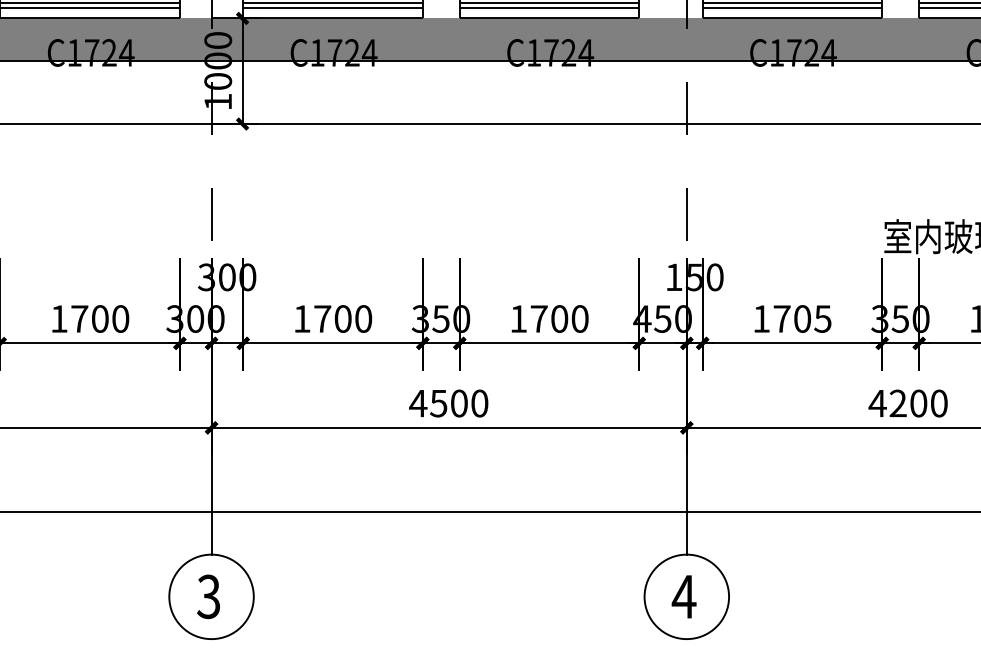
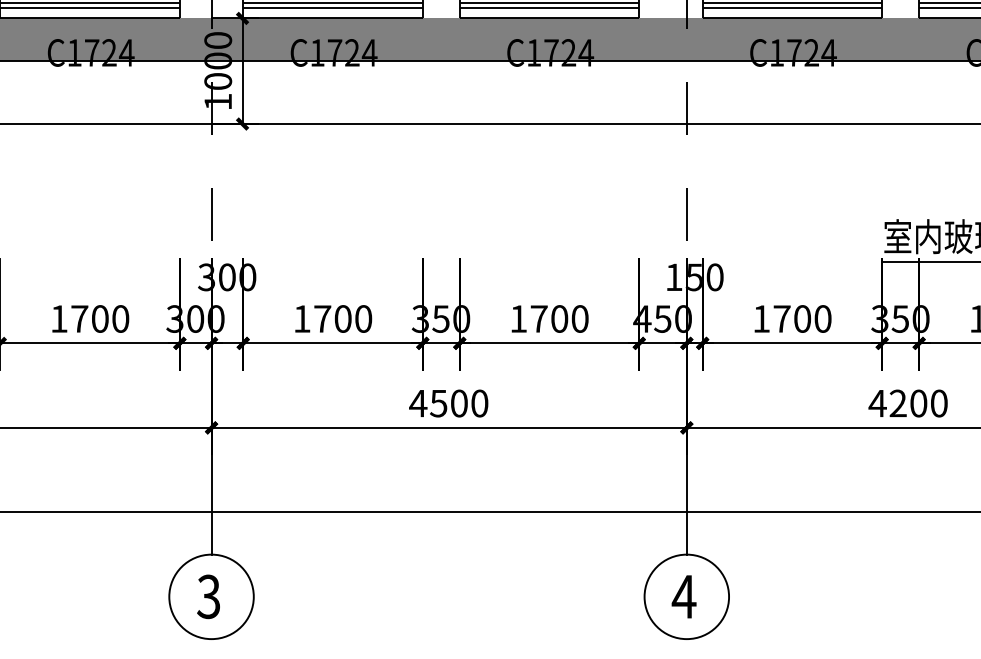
line at (929, 262): none -> present
text at (822, 318): 1705 -> 1700
